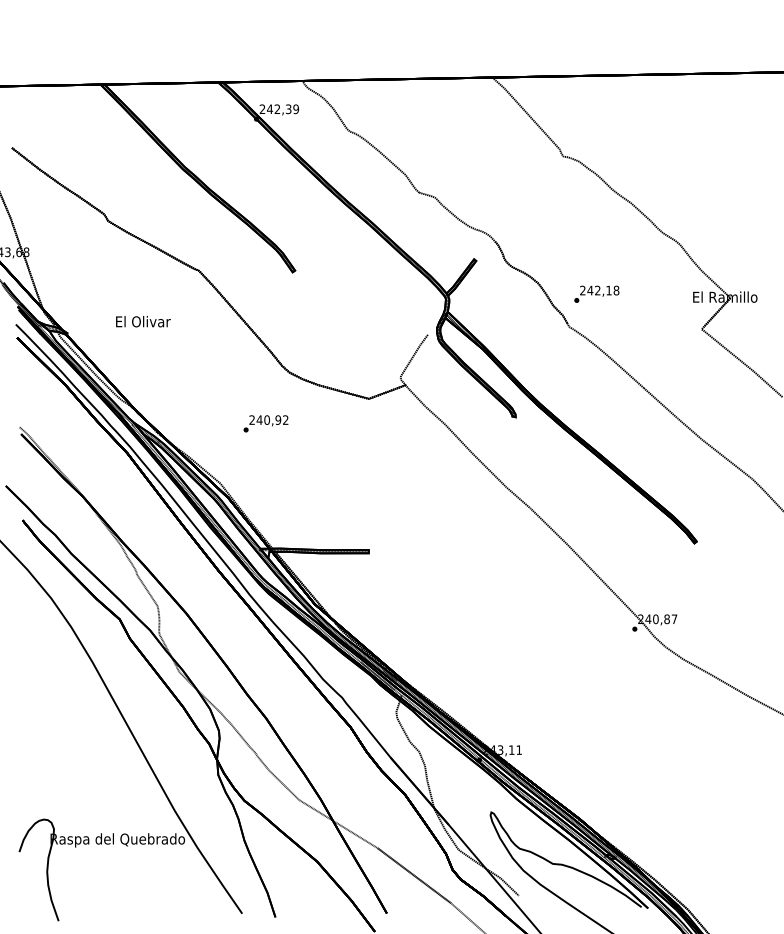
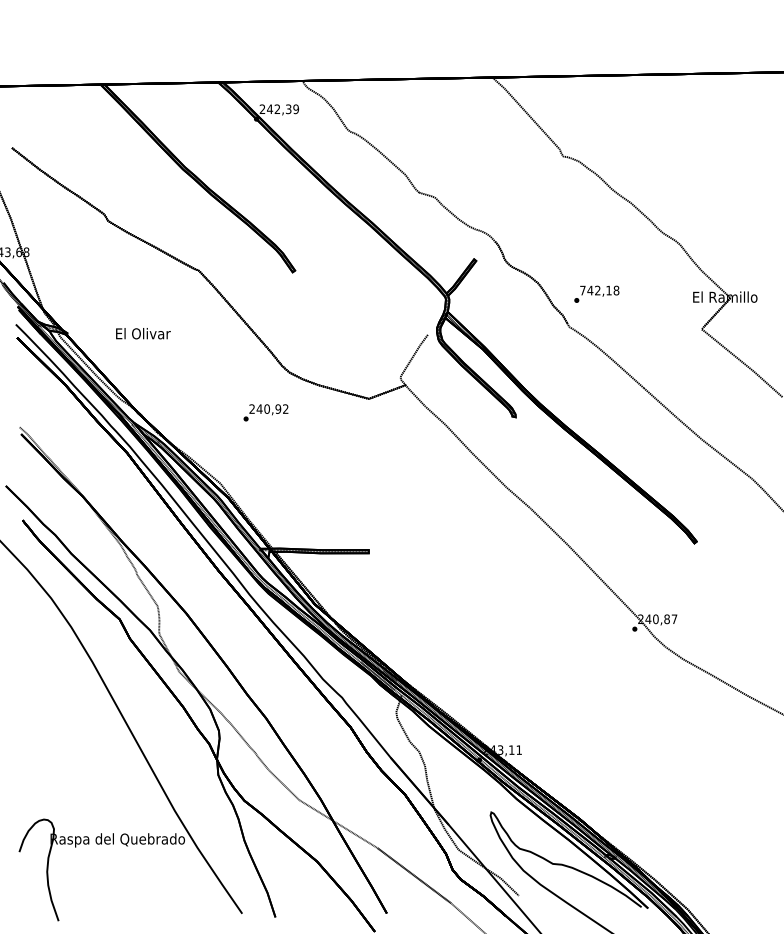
text at (582, 290): 242,18 -> 742,18
text at (143, 321) position: (143, 321) -> (143, 333)
text at (265, 423) position: (265, 423) -> (265, 412)
